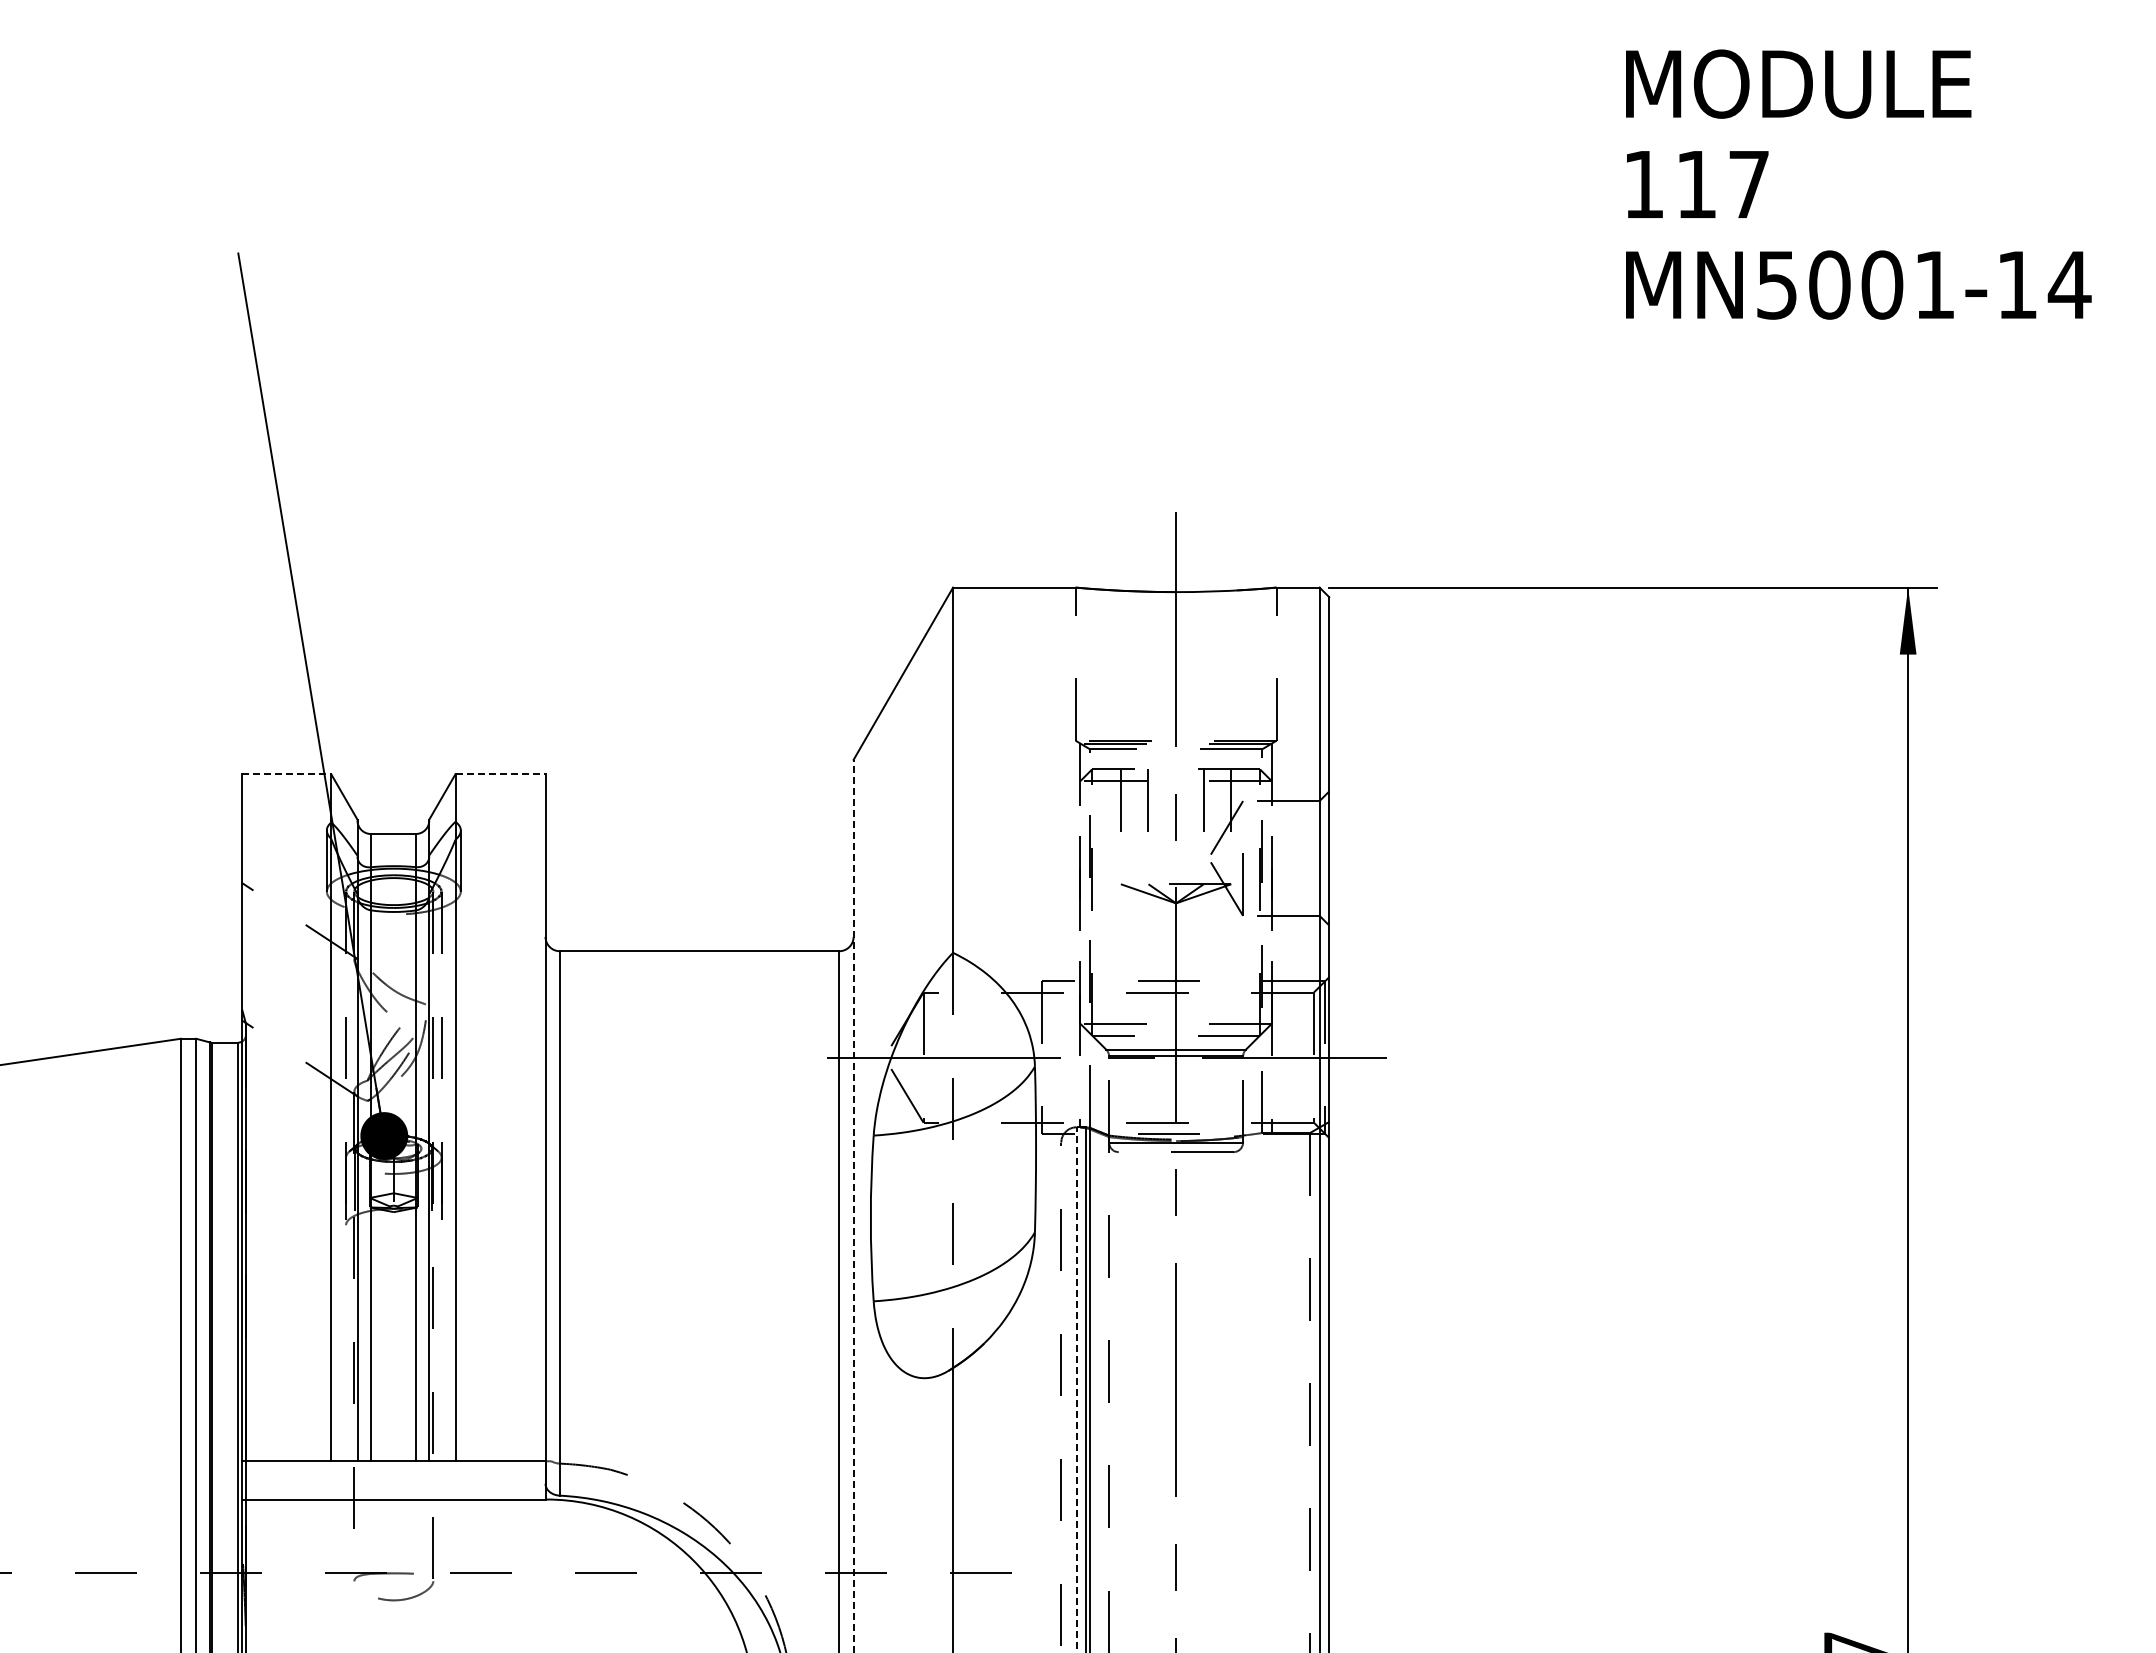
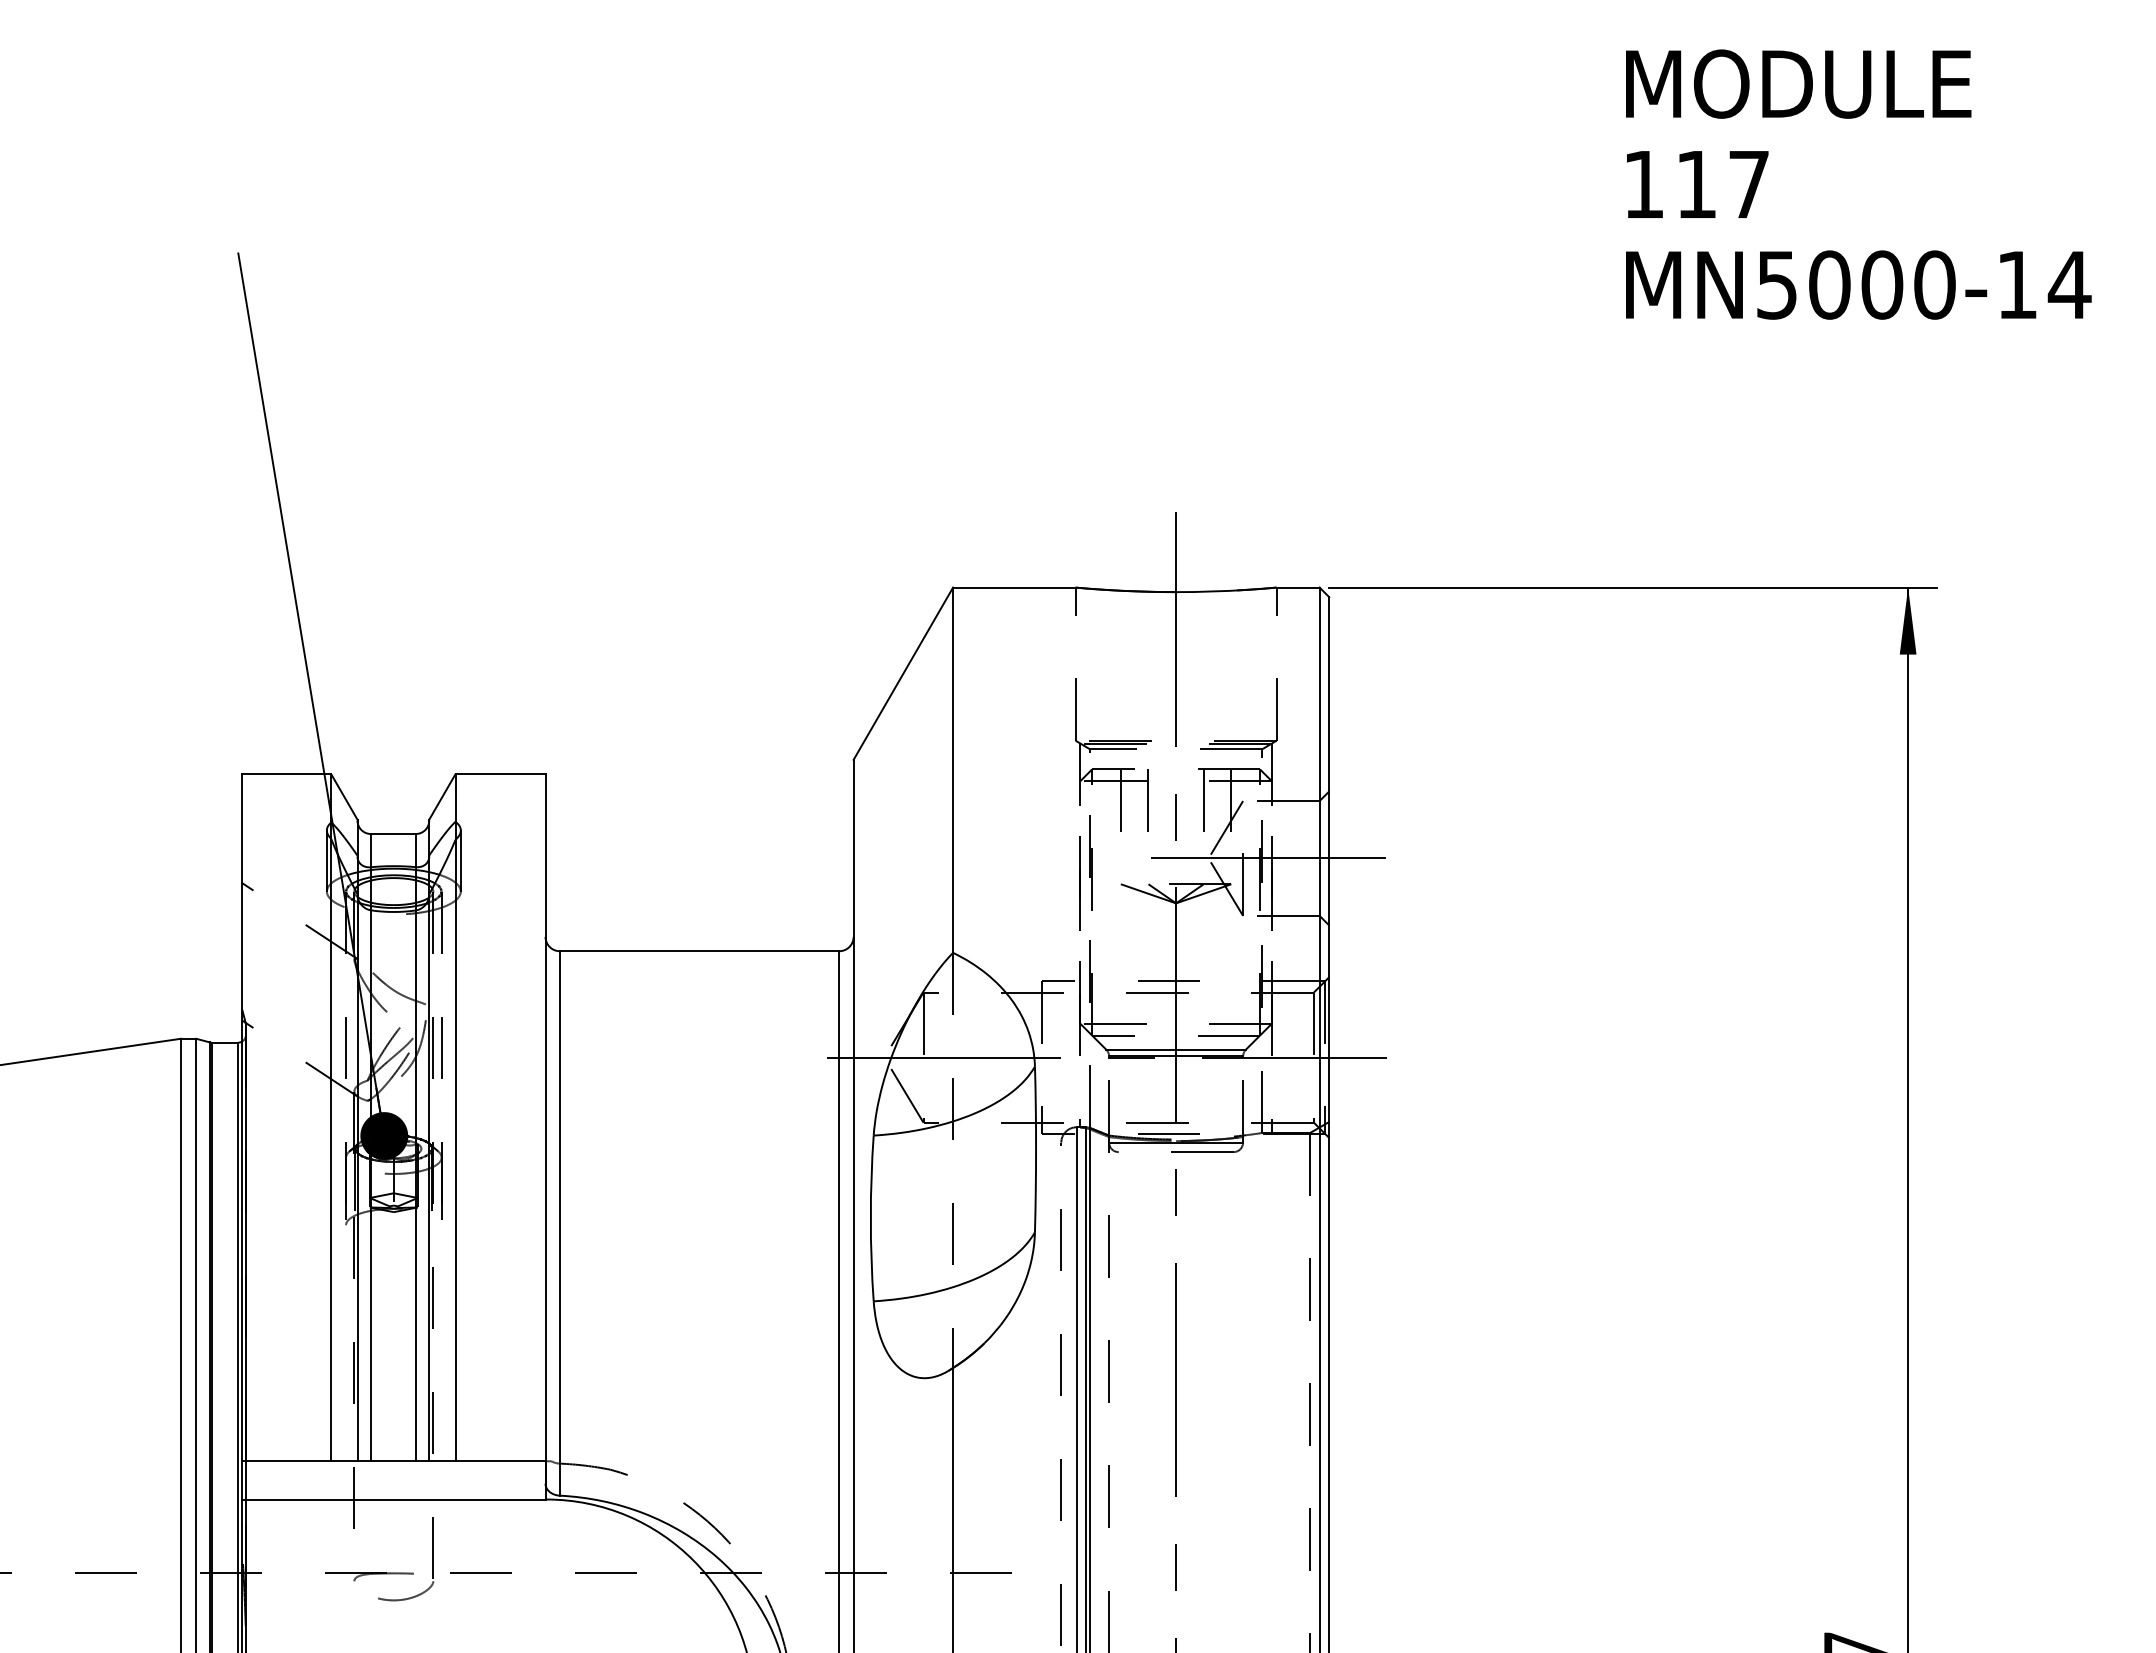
text at (1934, 284): MN5001-14 -> MN5000-14
line at (286, 774): dashed -> solid
line at (500, 774): dashed -> solid
line at (1268, 858): none -> present
line at (853, 1205): dashed -> solid
line at (1076, 1389): dashed -> solid
